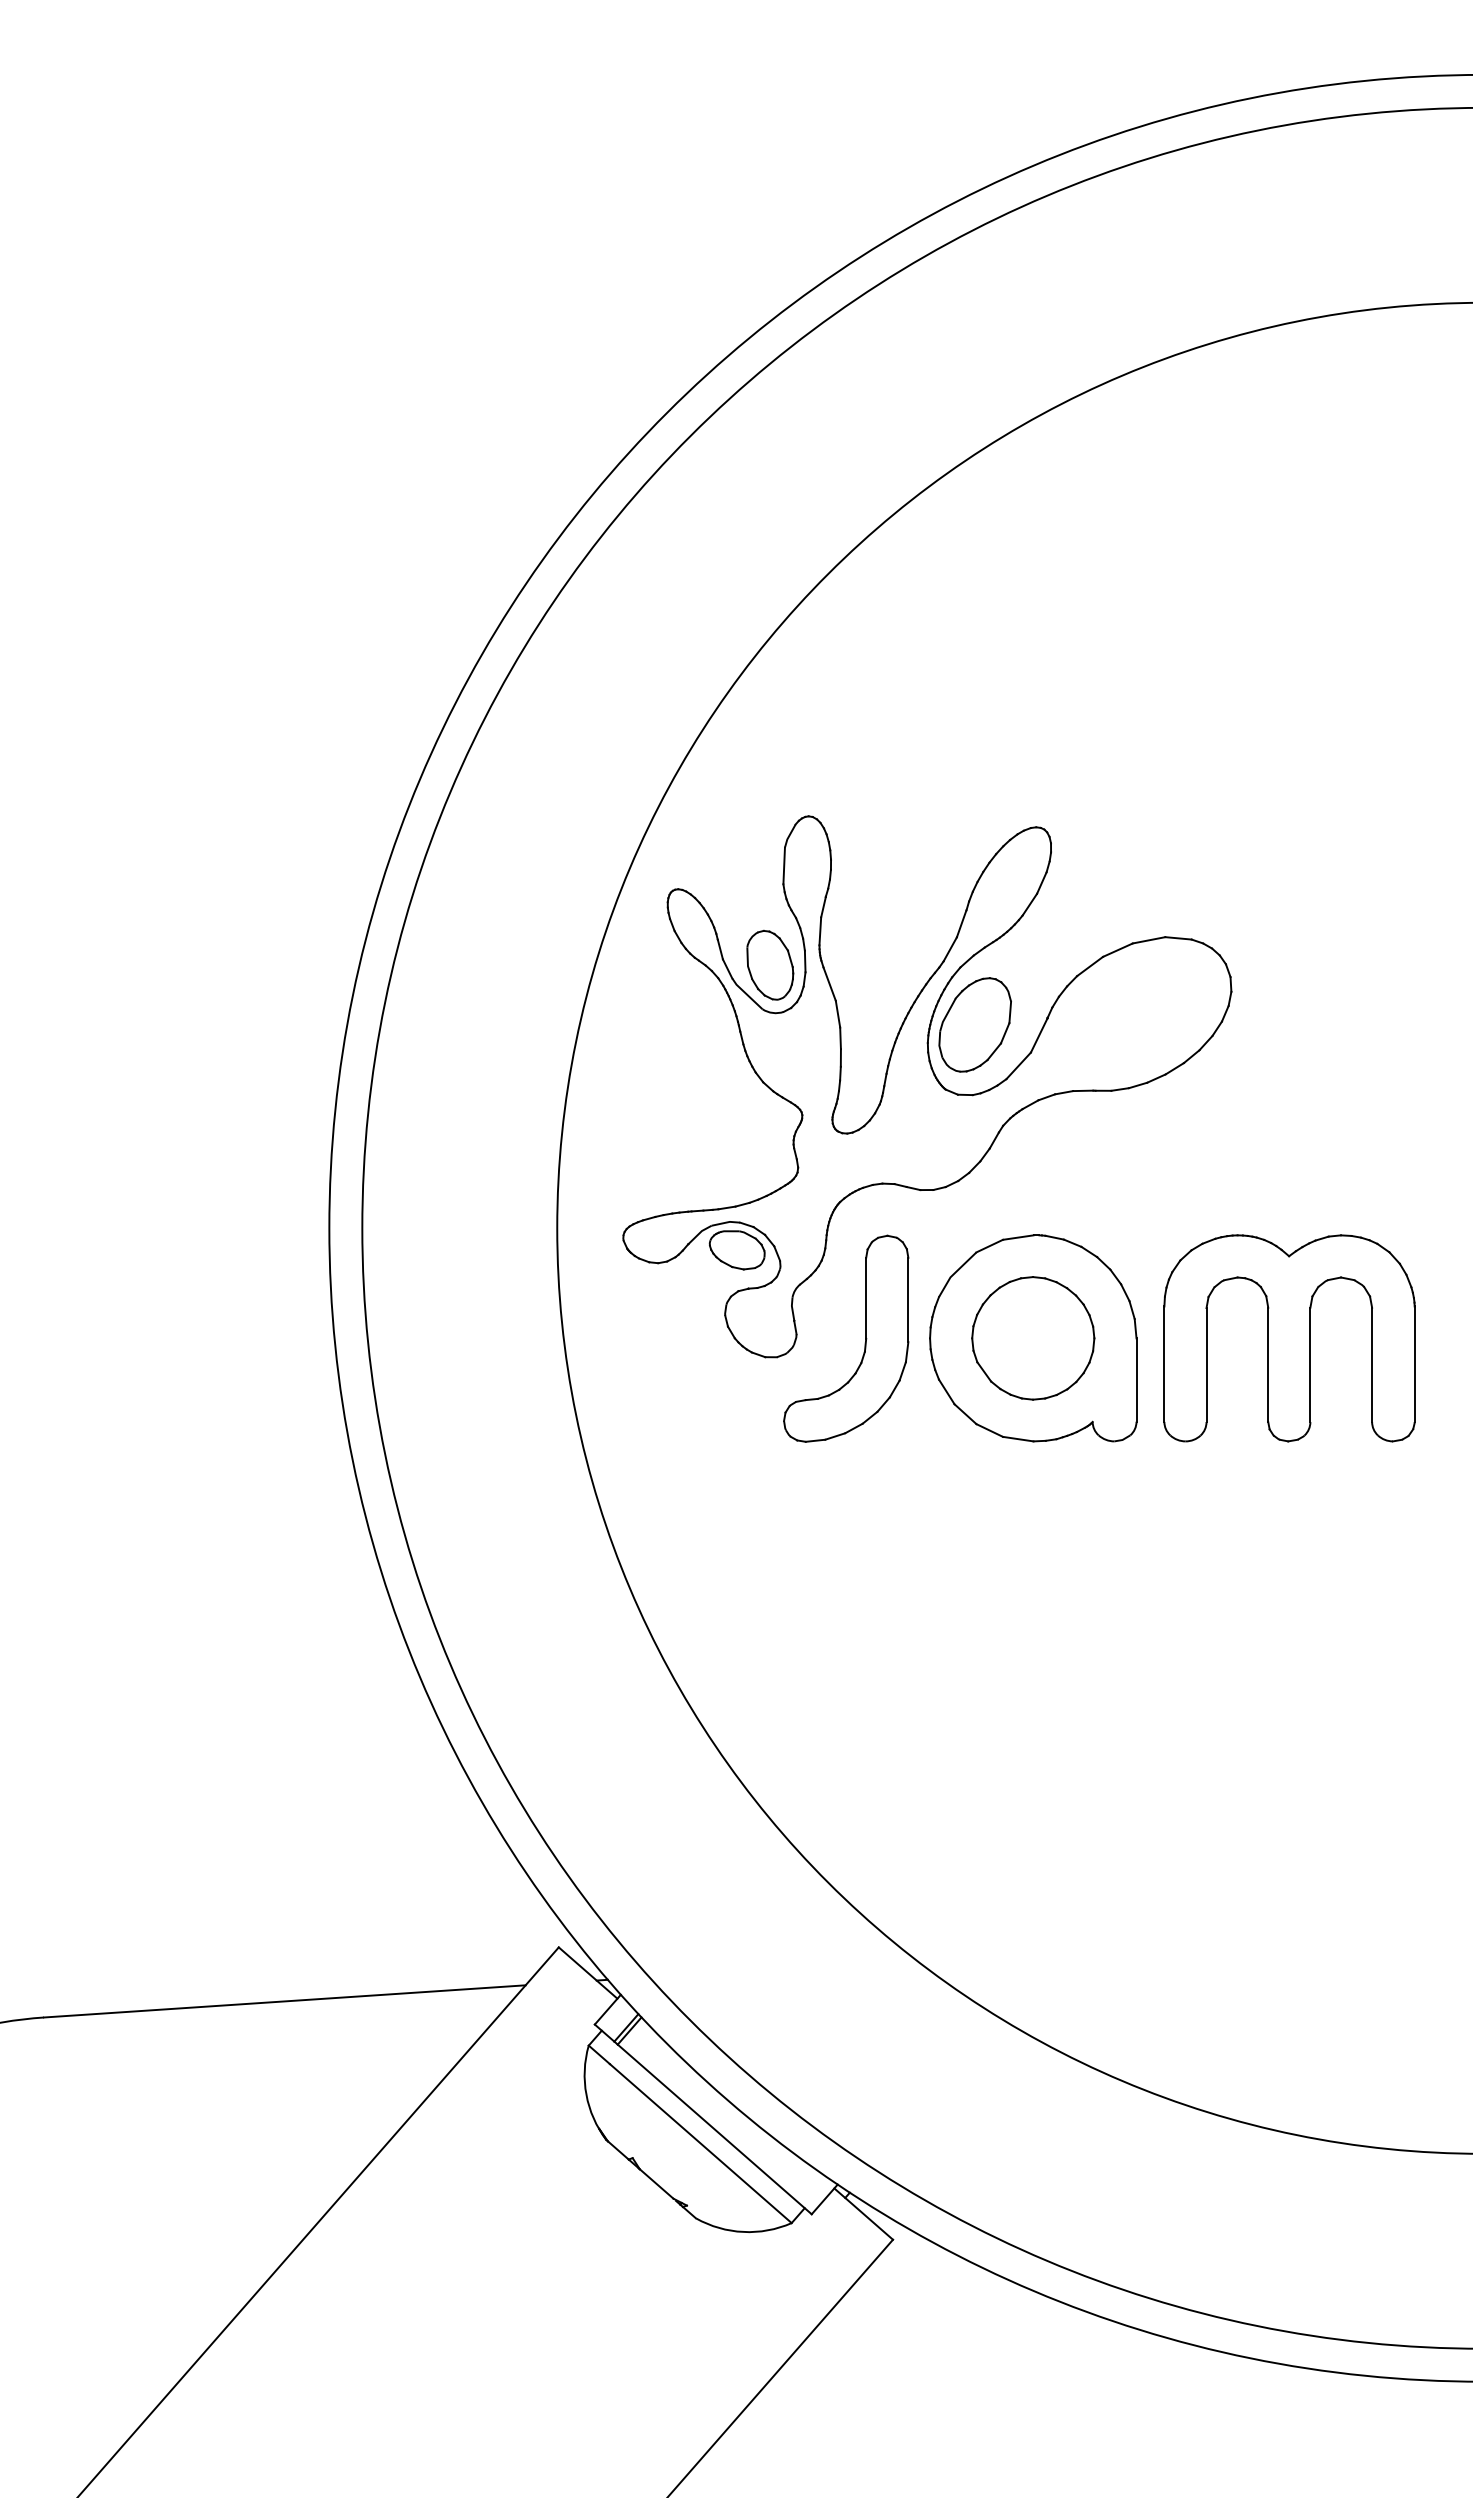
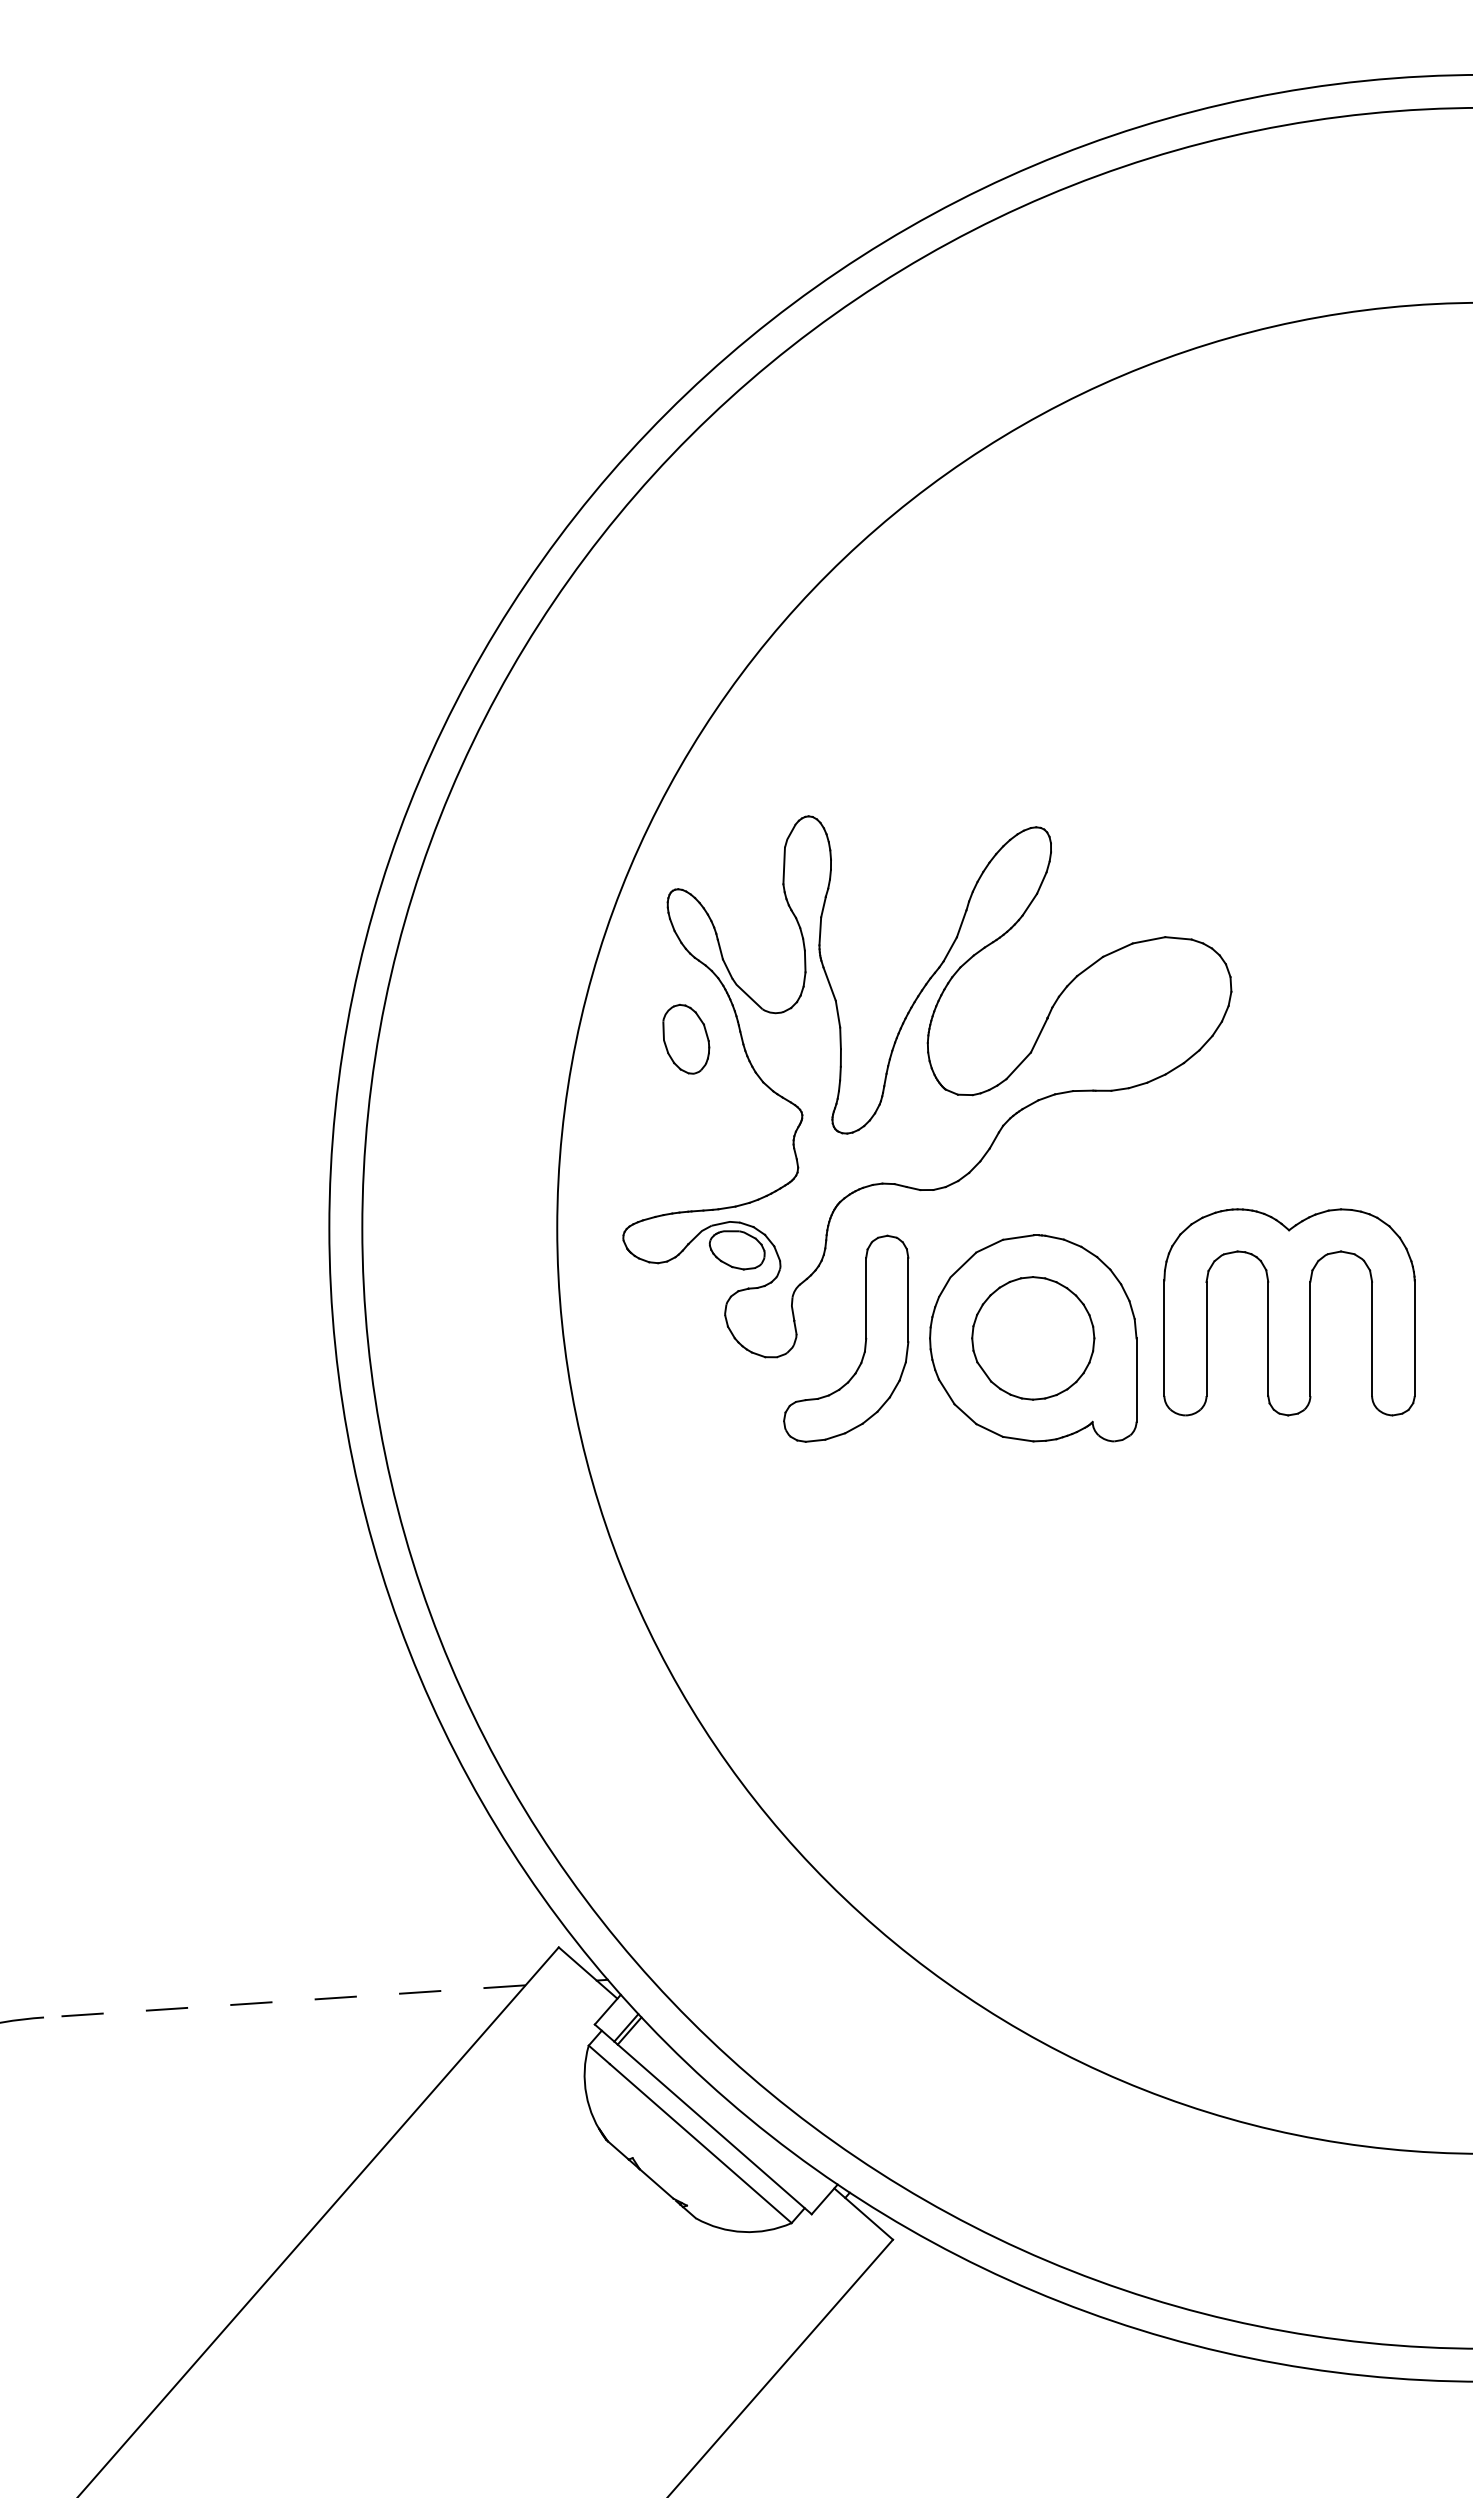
part at (770, 964) position: (770, 964) -> (686, 1038)
part at (974, 1024): present -> none
part at (1289, 1338) position: (1289, 1338) -> (1289, 1312)
line at (284, 2001): solid -> dashed
